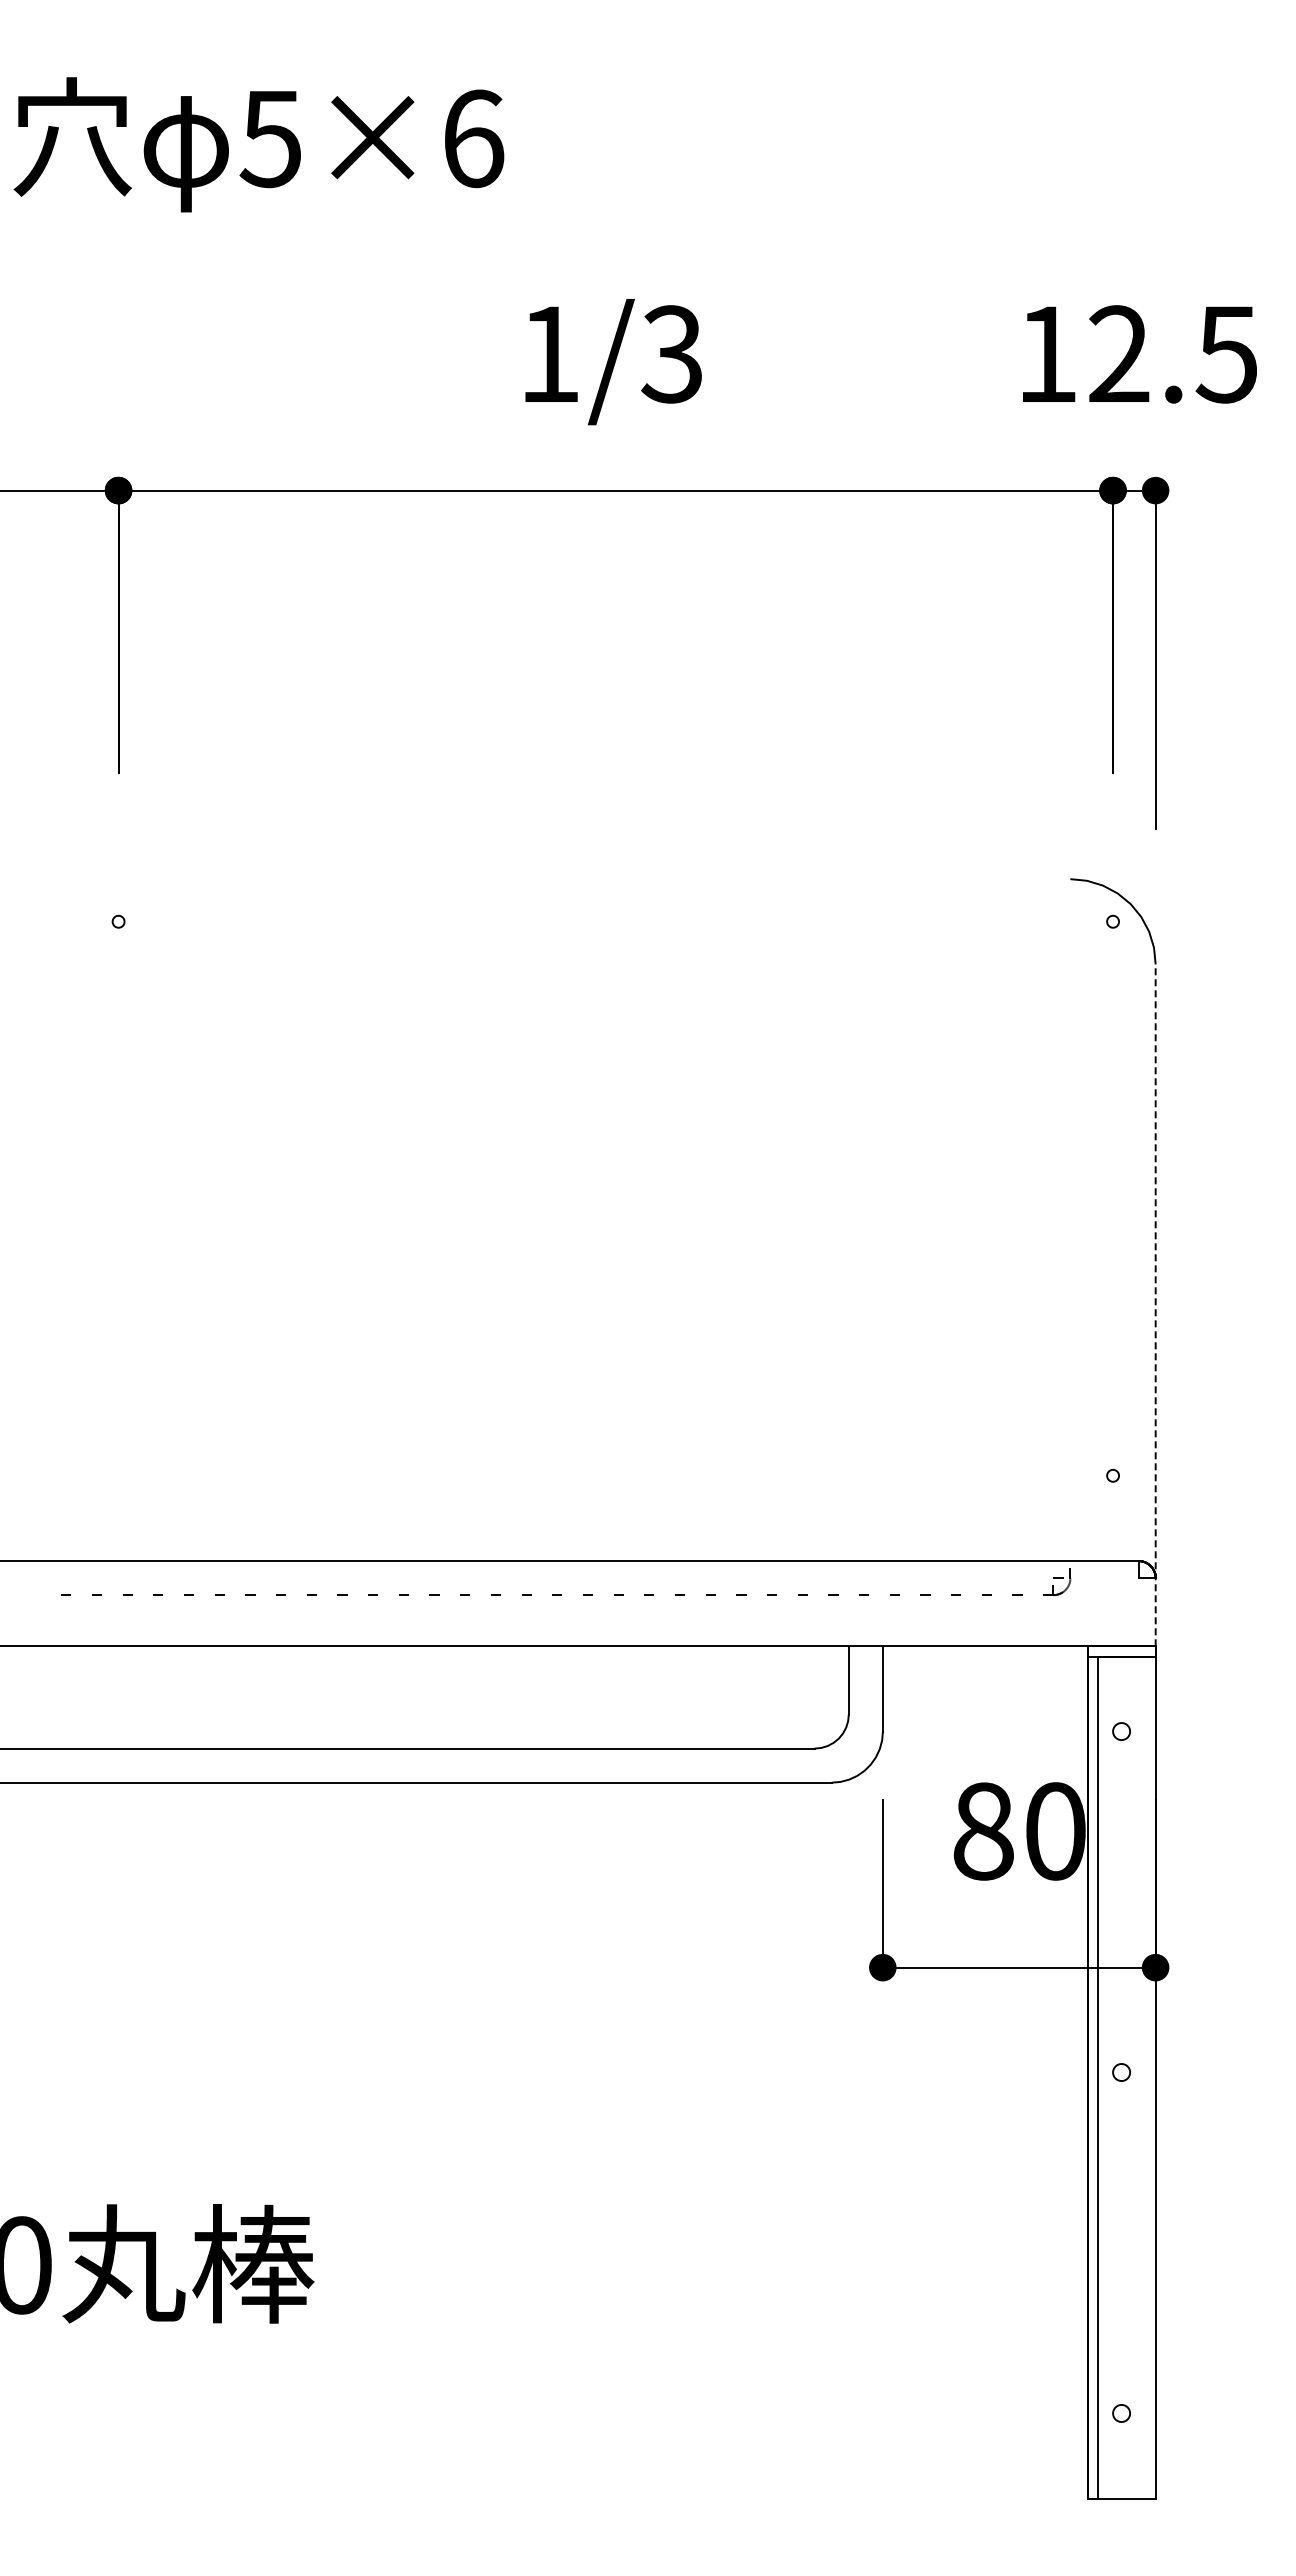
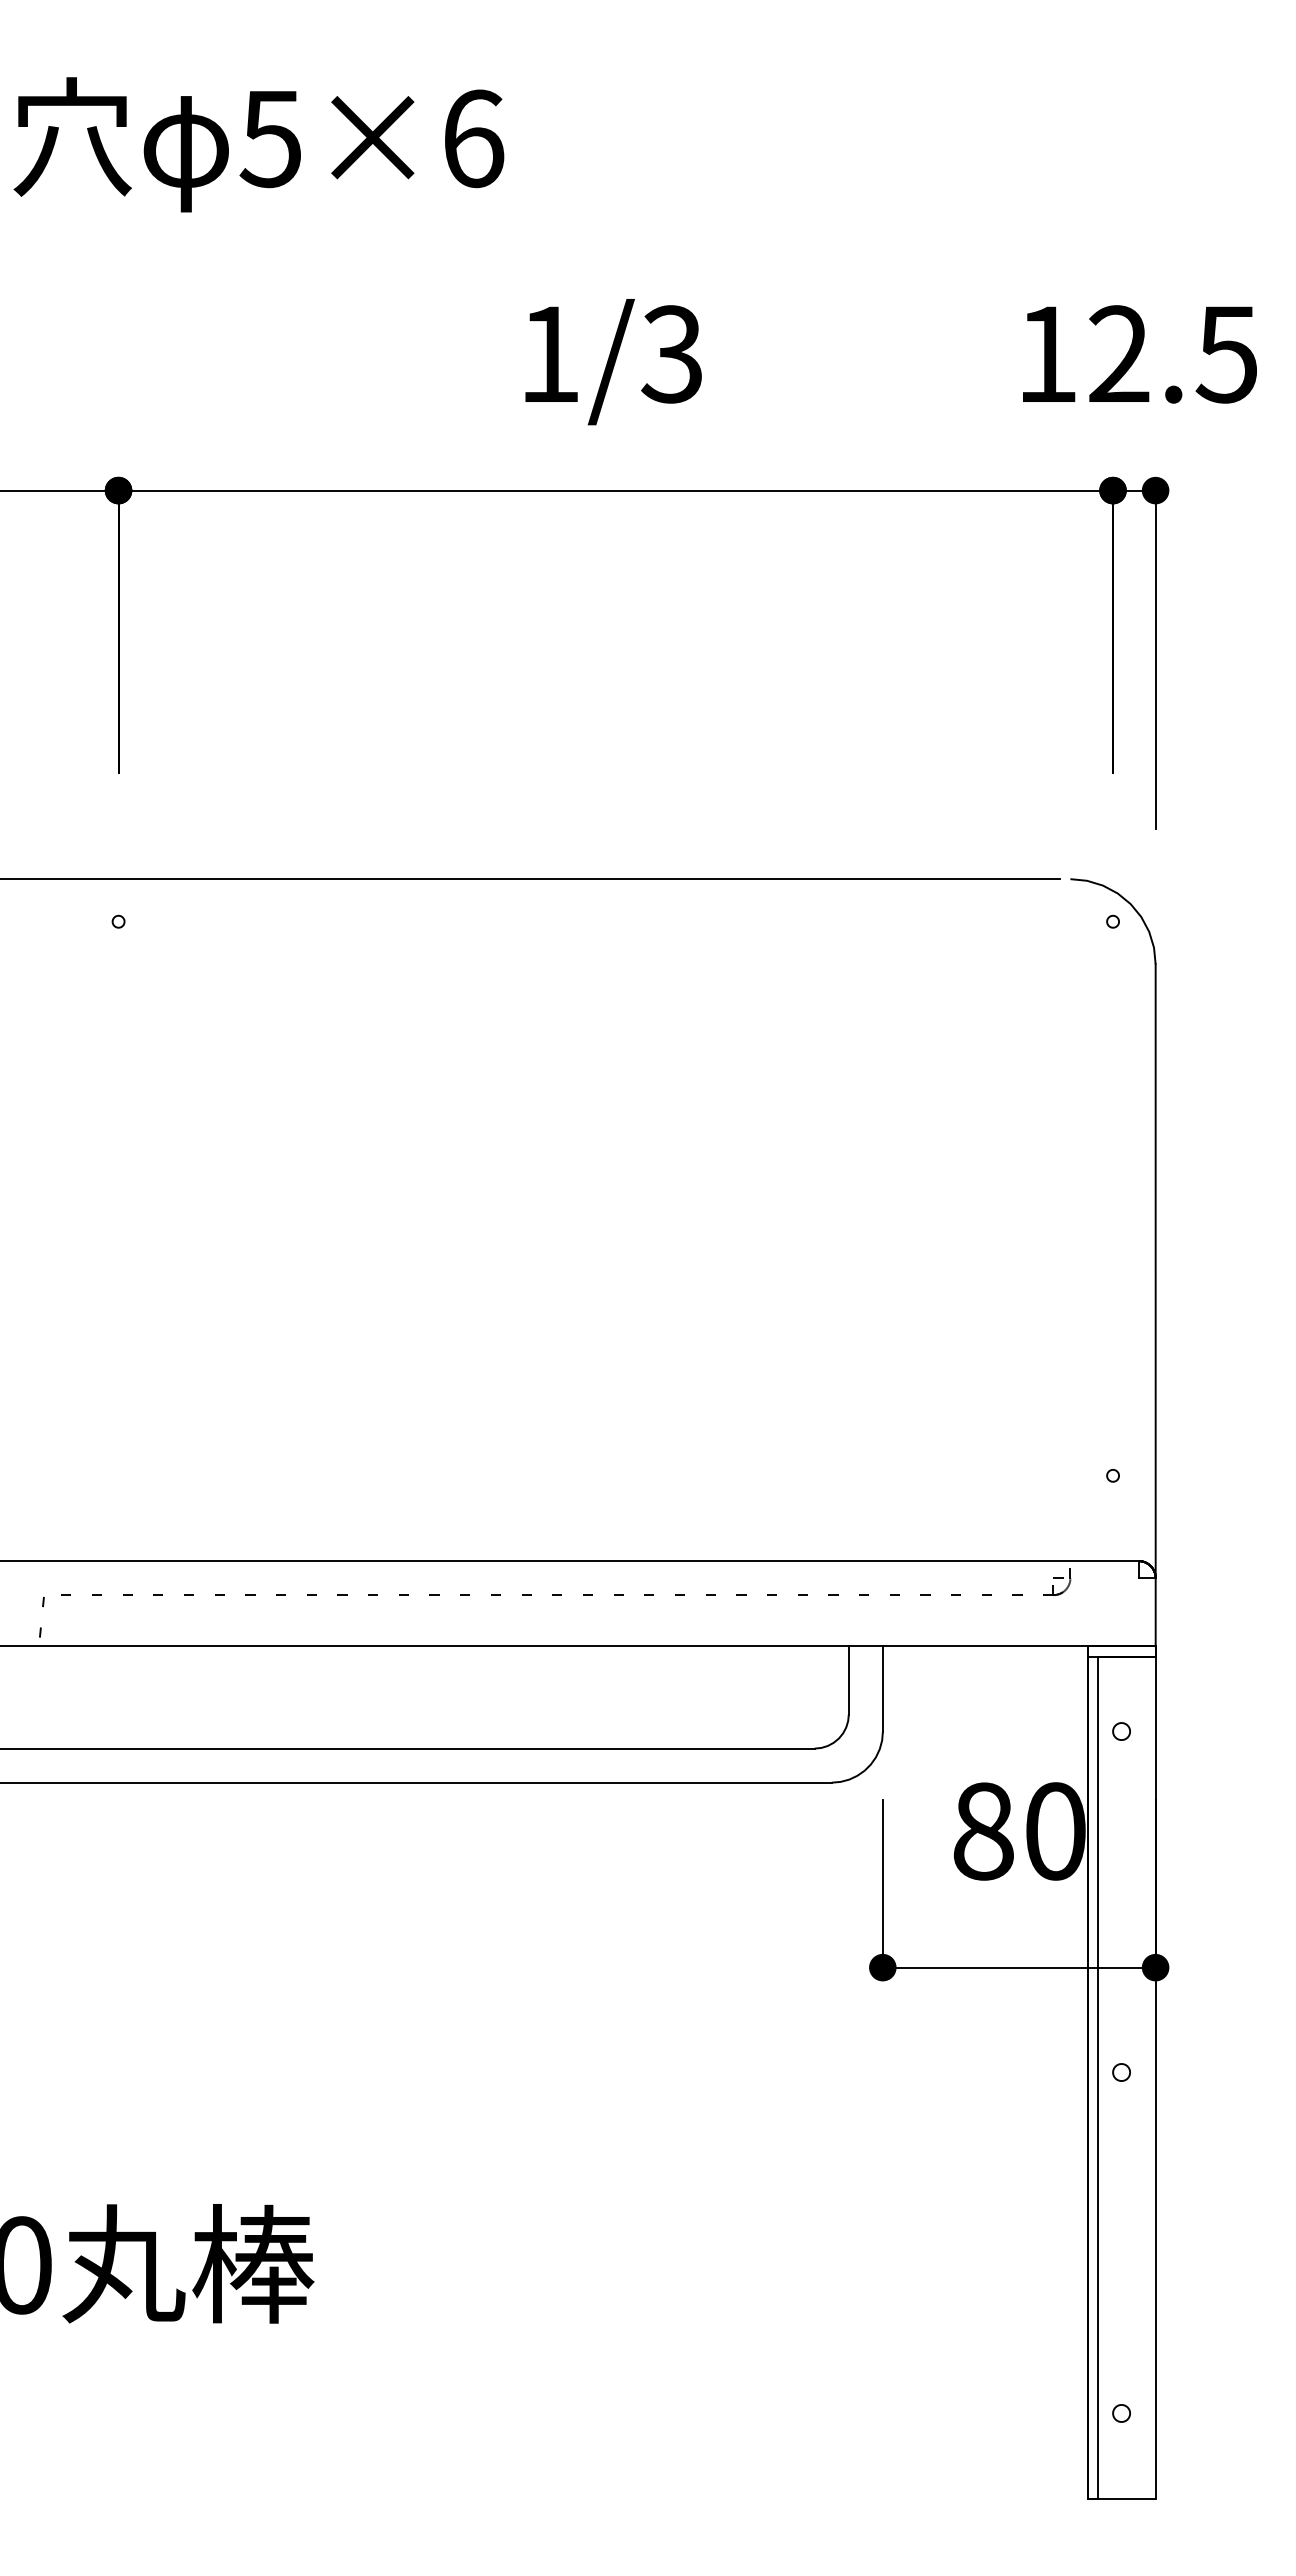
line at (531, 879): none -> present
line at (1155, 1304): dashed -> solid
line at (41, 1627): none -> present
